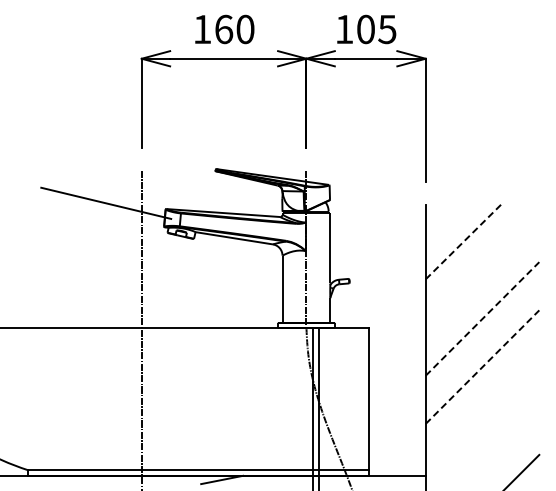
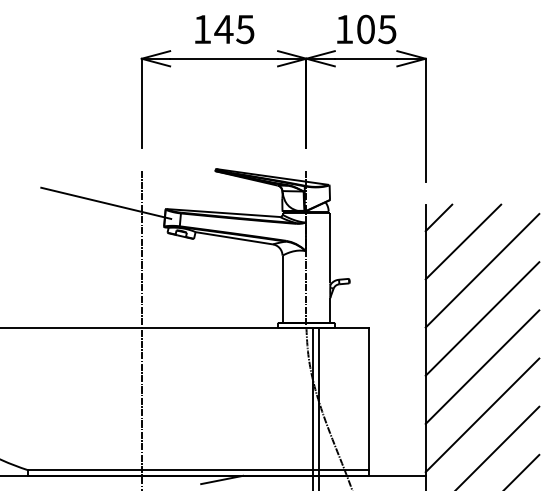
text at (234, 29): 160 -> 145
line at (438, 217): none -> present
line at (463, 241): dashed -> solid
line at (482, 270): none -> present
line at (482, 318): dashed -> solid
line at (482, 366): dashed -> solid
line at (482, 415): none -> present
line at (498, 446): none -> present
